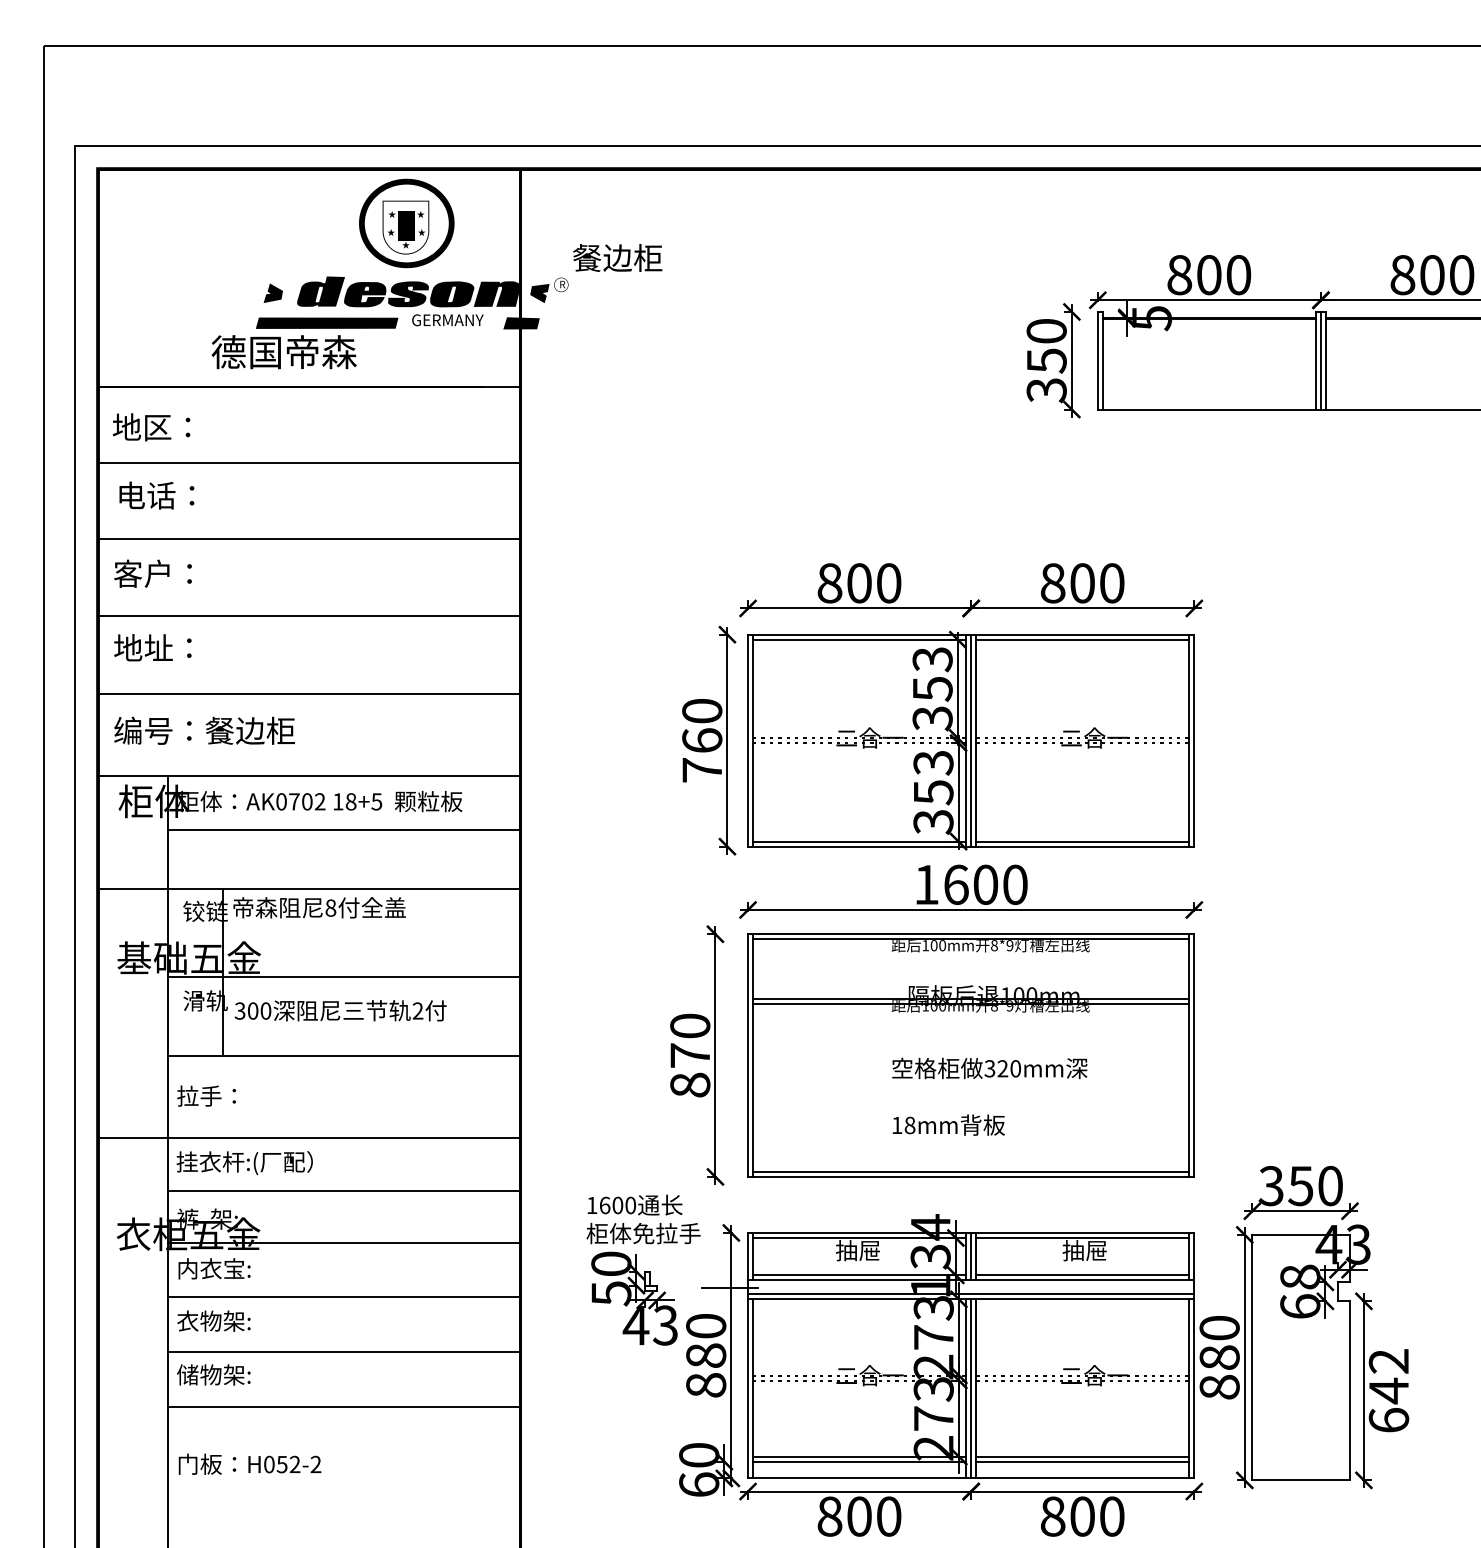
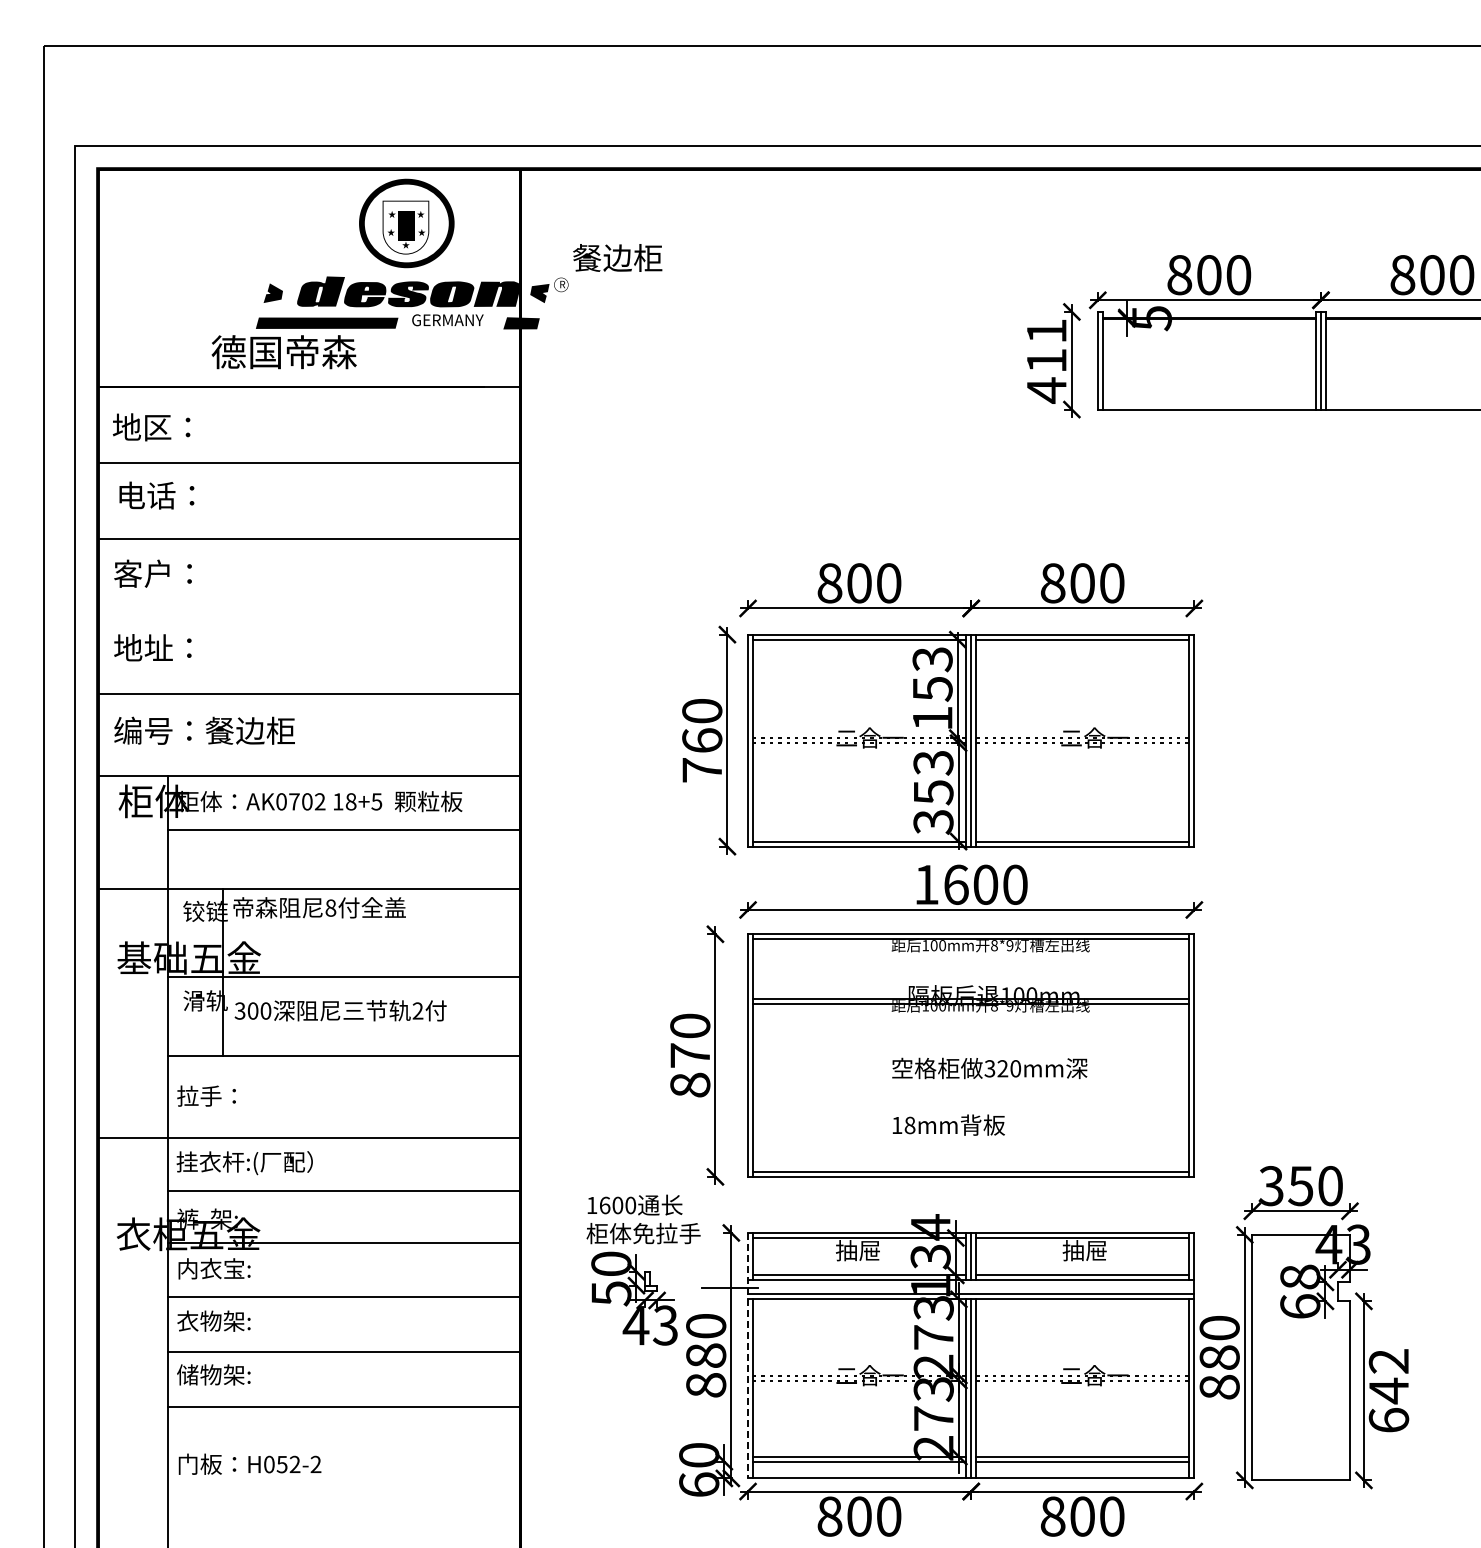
text at (1046, 361): 350 -> 411
line at (309, 616): present -> none
text at (932, 718): 353 -> 153
line at (748, 1355): solid -> dashed
